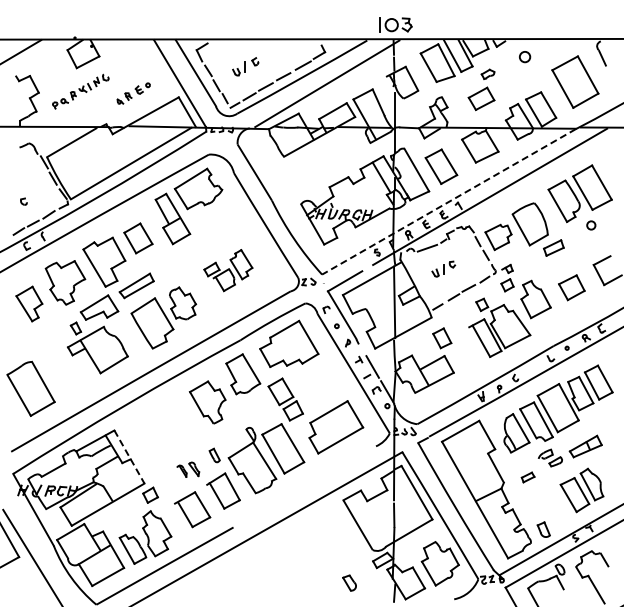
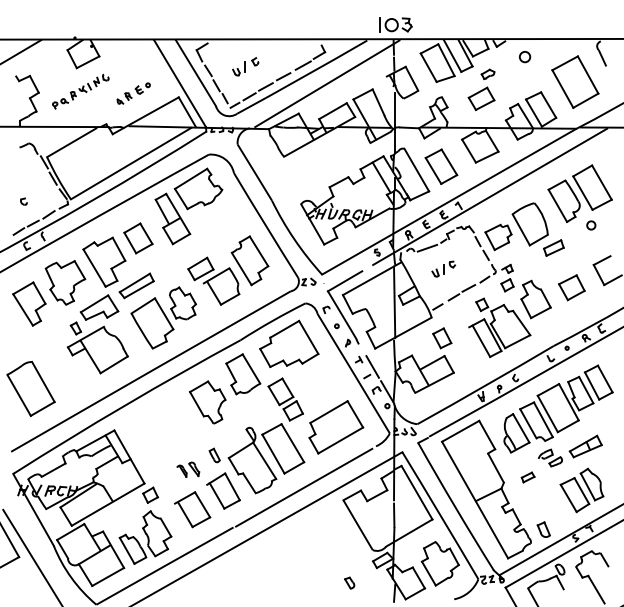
line at (448, 202): dashed -> solid
part at (228, 270) size: 51x44 px -> 83x71 px
part at (29, 303) size: 29x38 px -> 35x46 px
line at (129, 457): dashed -> solid
line at (304, 487): none -> present
part at (349, 582) size: 15x18 px -> 12x14 px
